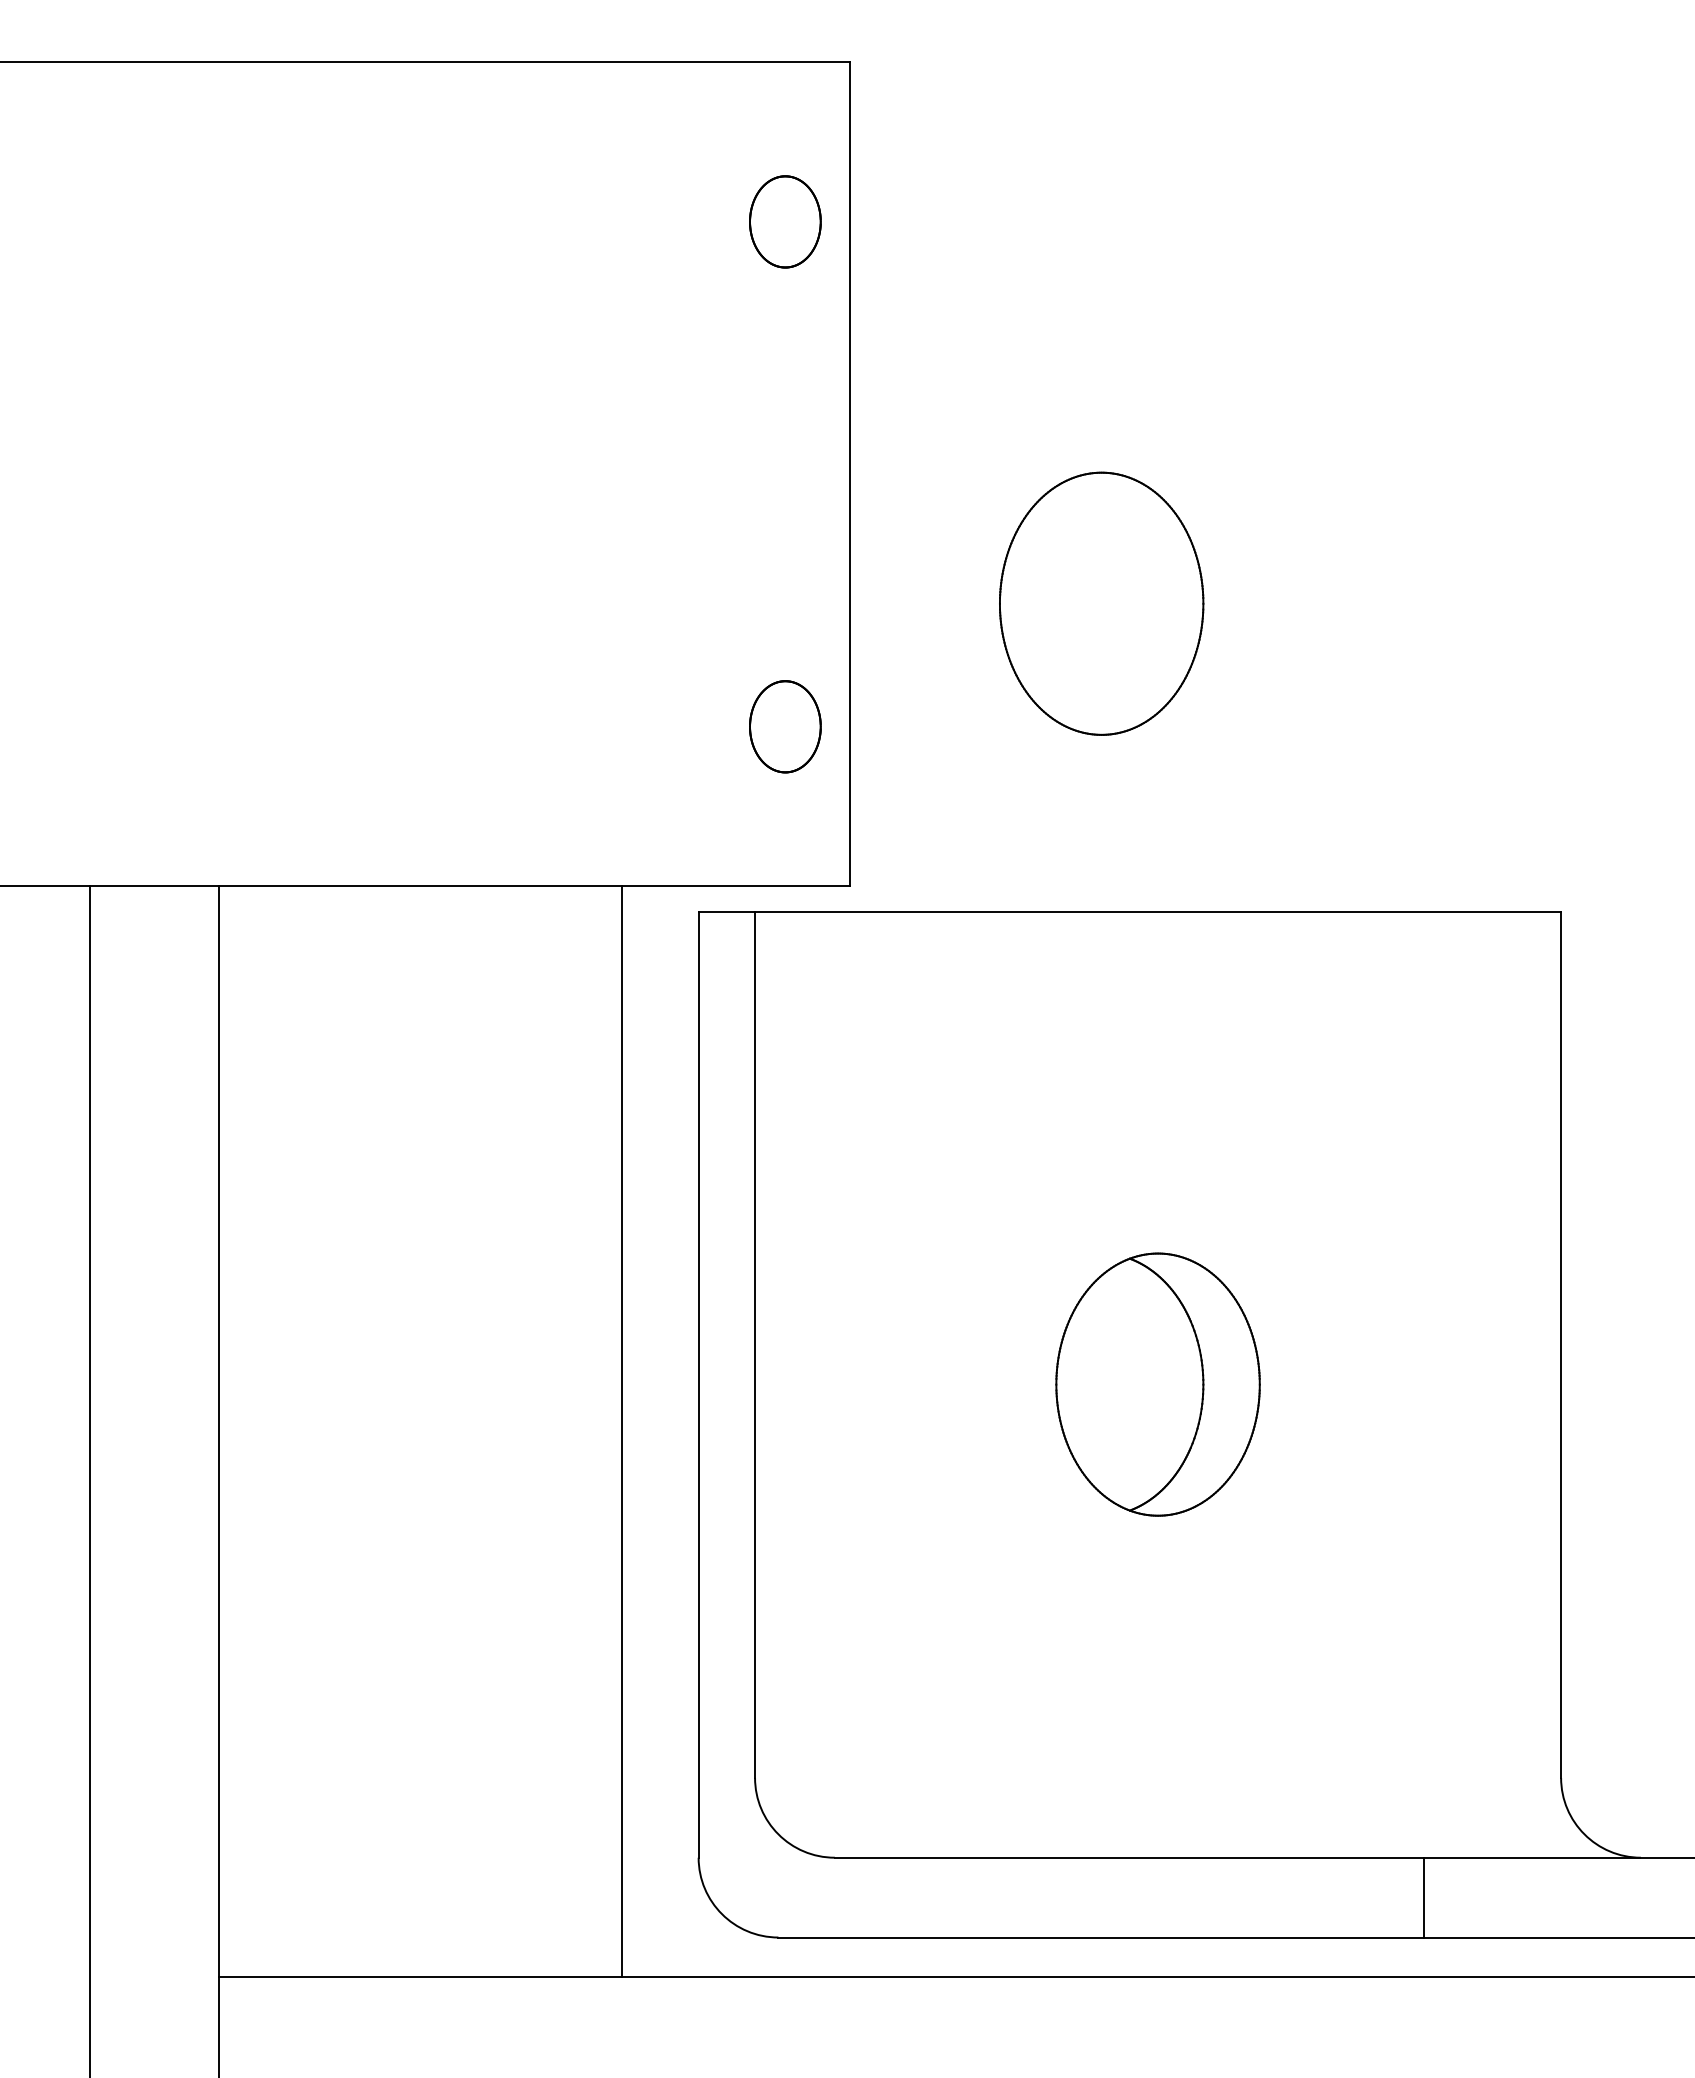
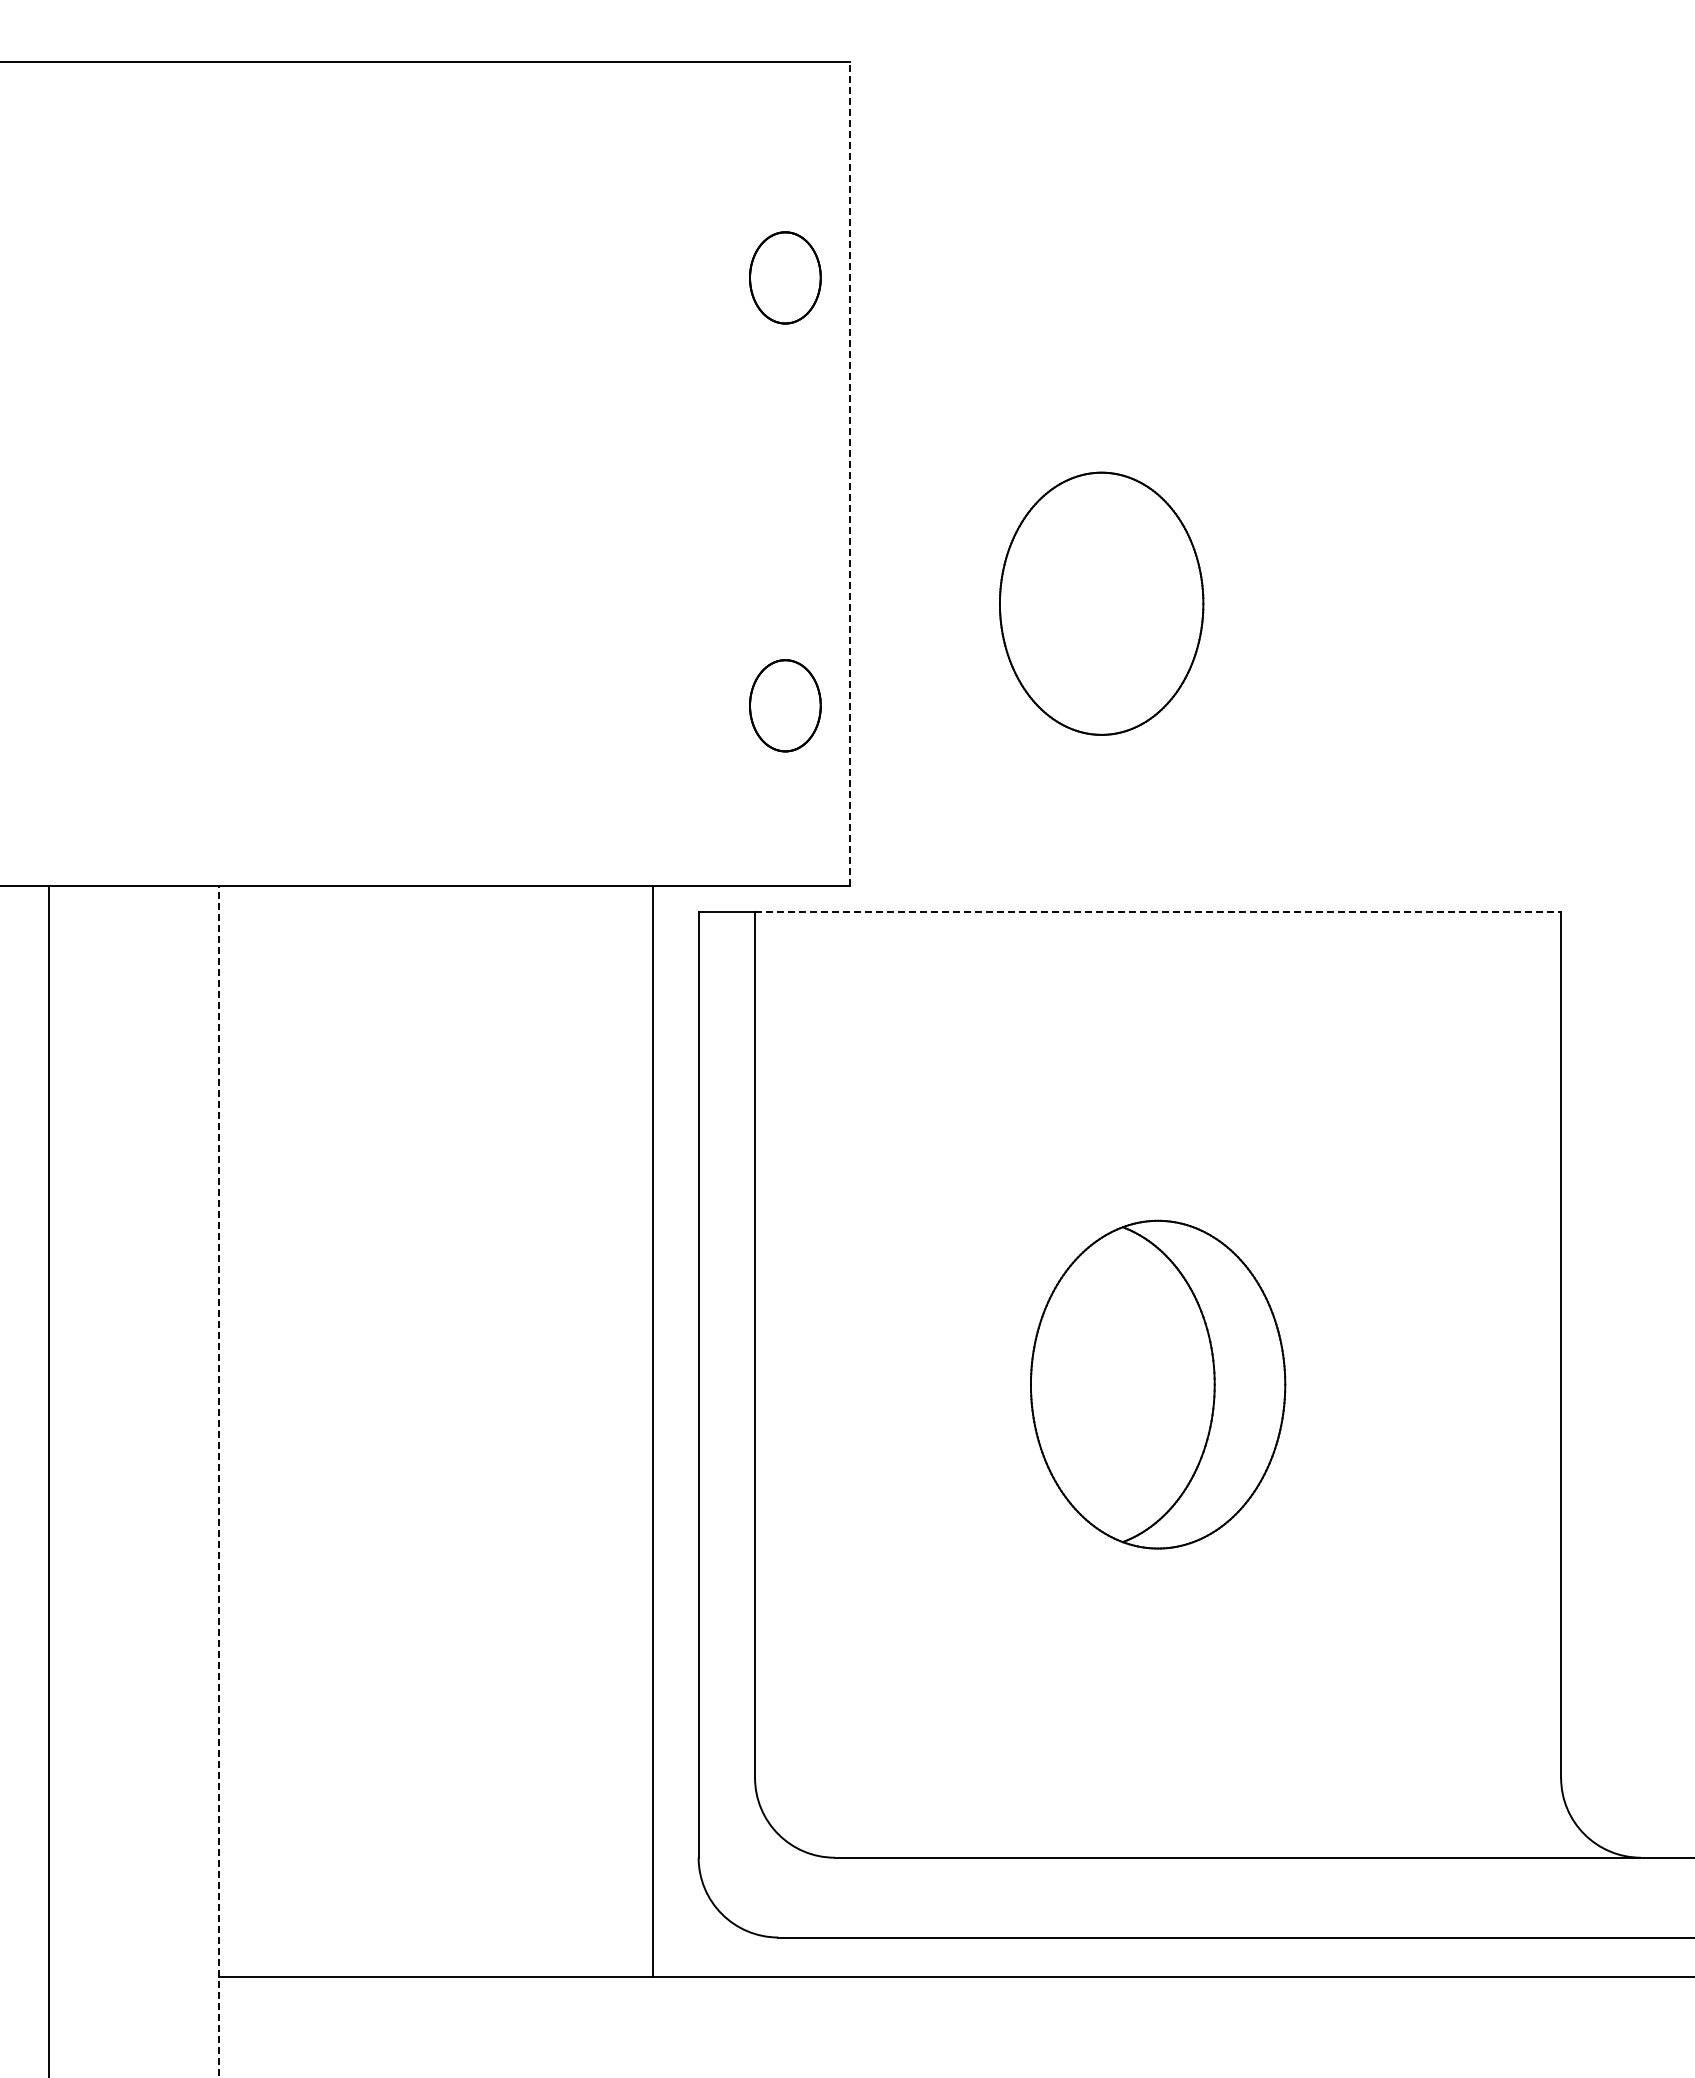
part at (785, 221) position: (785, 221) -> (785, 277)
line at (849, 473): solid -> dashed
part at (785, 726) position: (785, 726) -> (785, 705)
line at (1158, 911): solid -> dashed
part at (1157, 1384) size: 206x265 px -> 257x331 px
line at (621, 1431) position: (621, 1431) -> (652, 1431)
line at (89, 1480) position: (89, 1480) -> (48, 1480)
line at (218, 1482): solid -> dashed
line at (1424, 1897): present -> none
